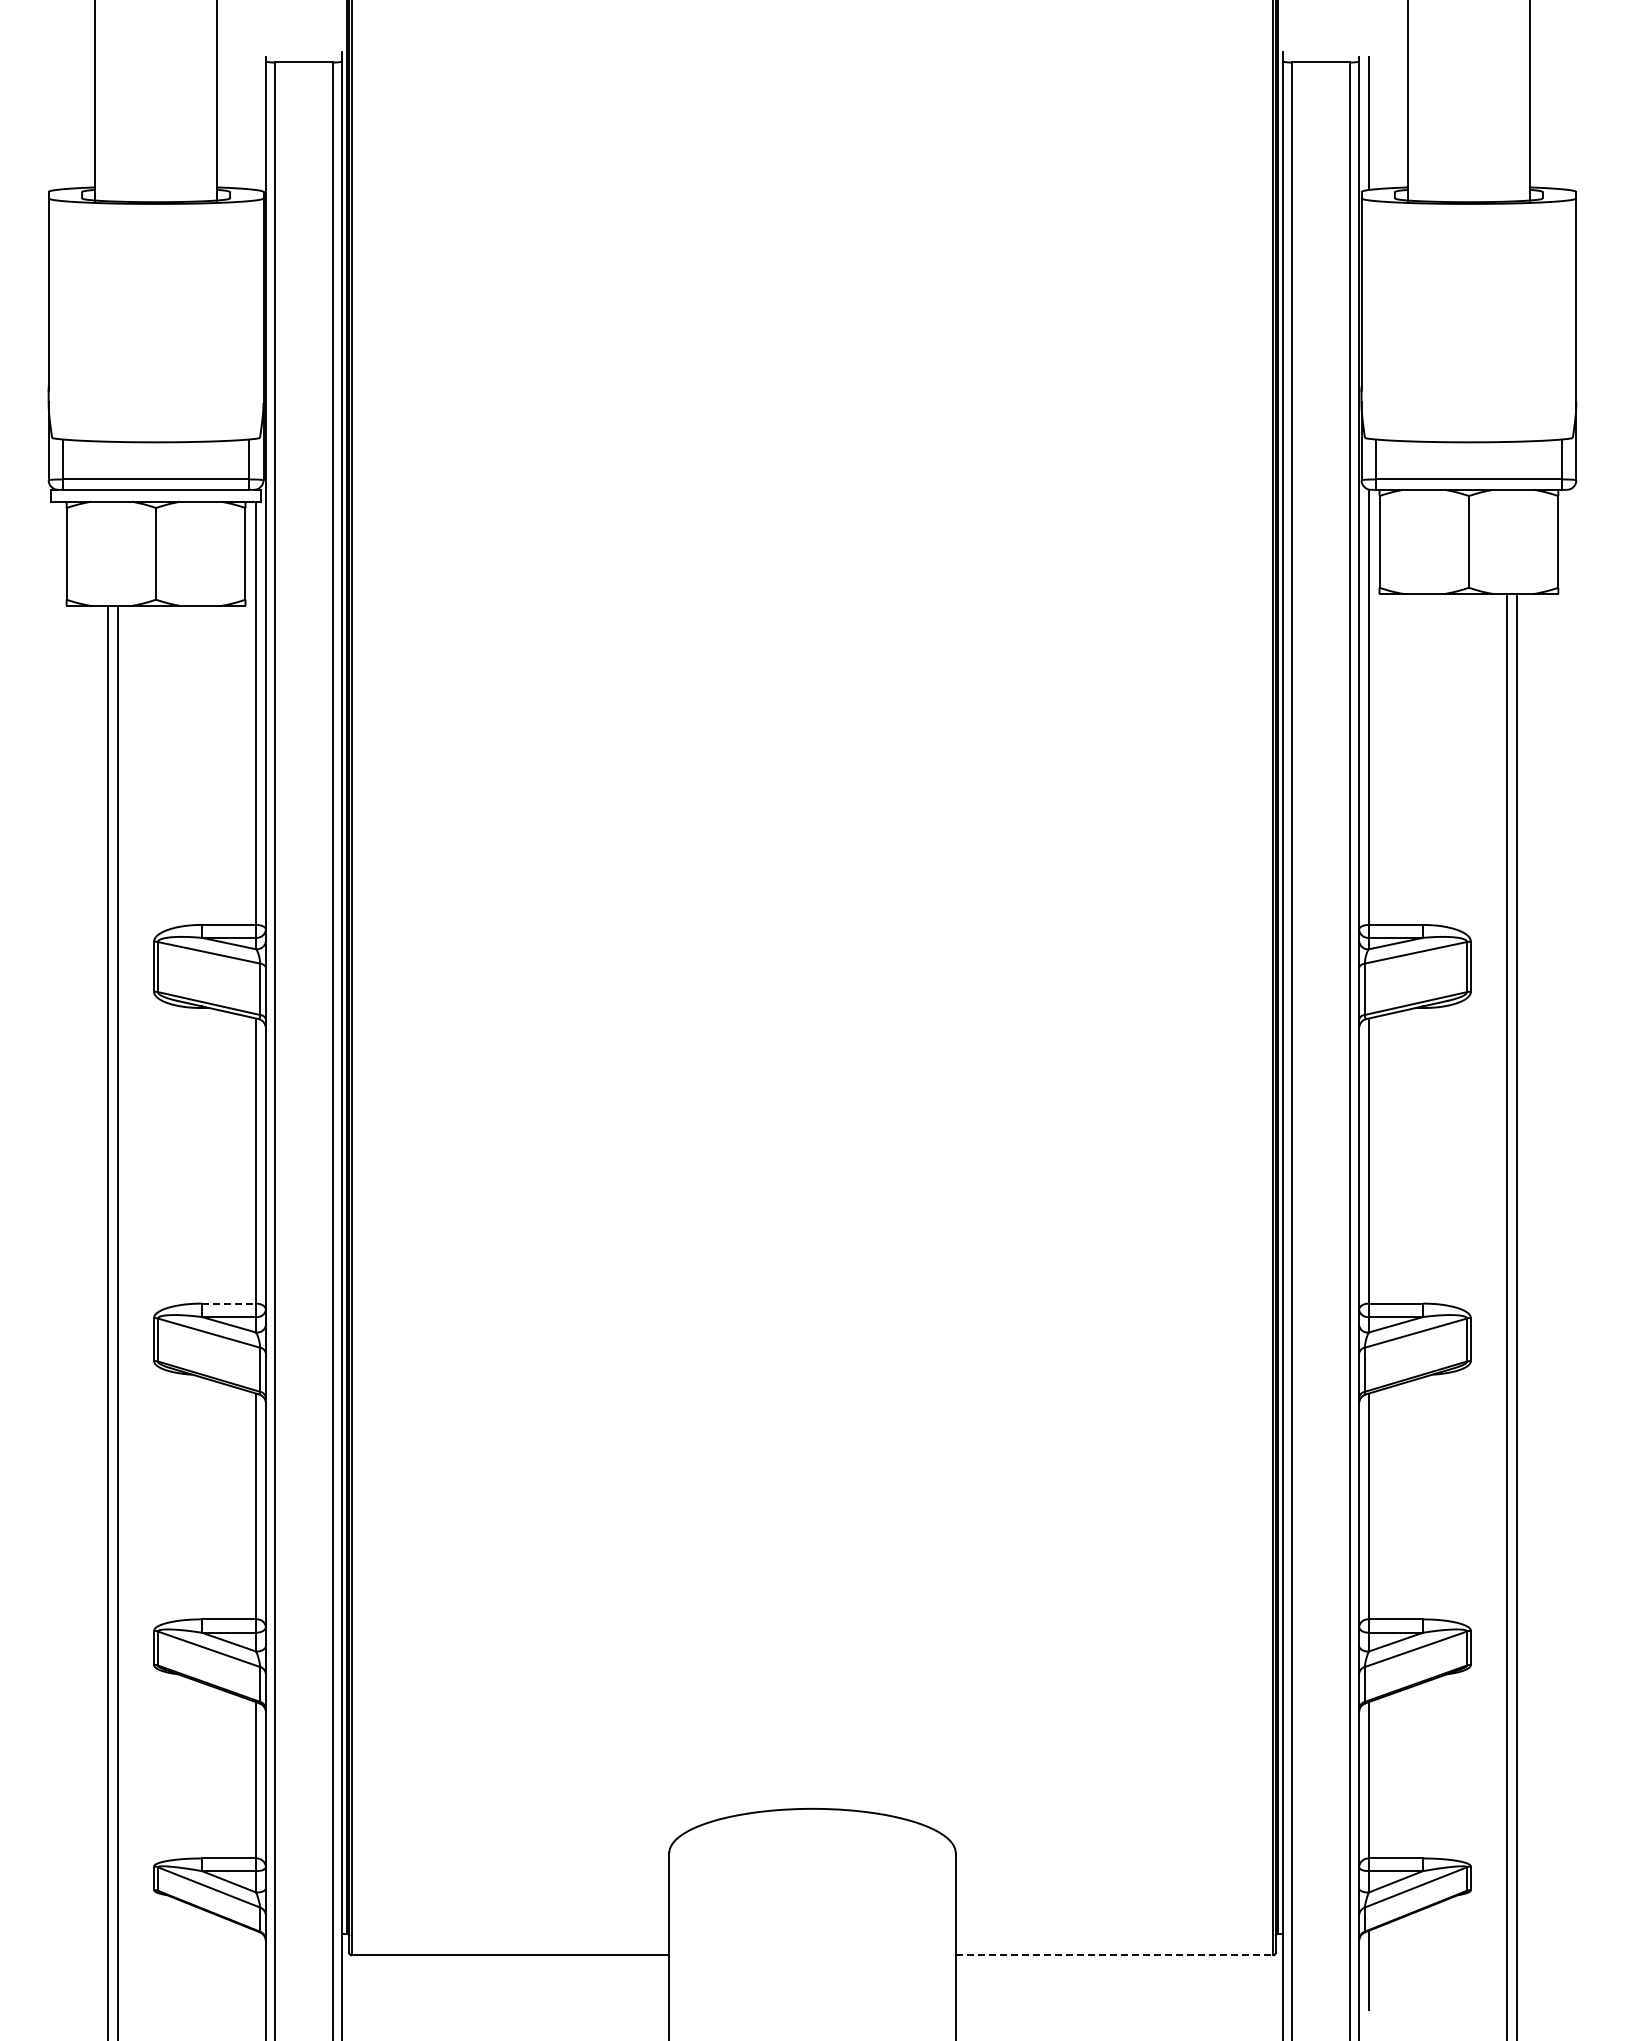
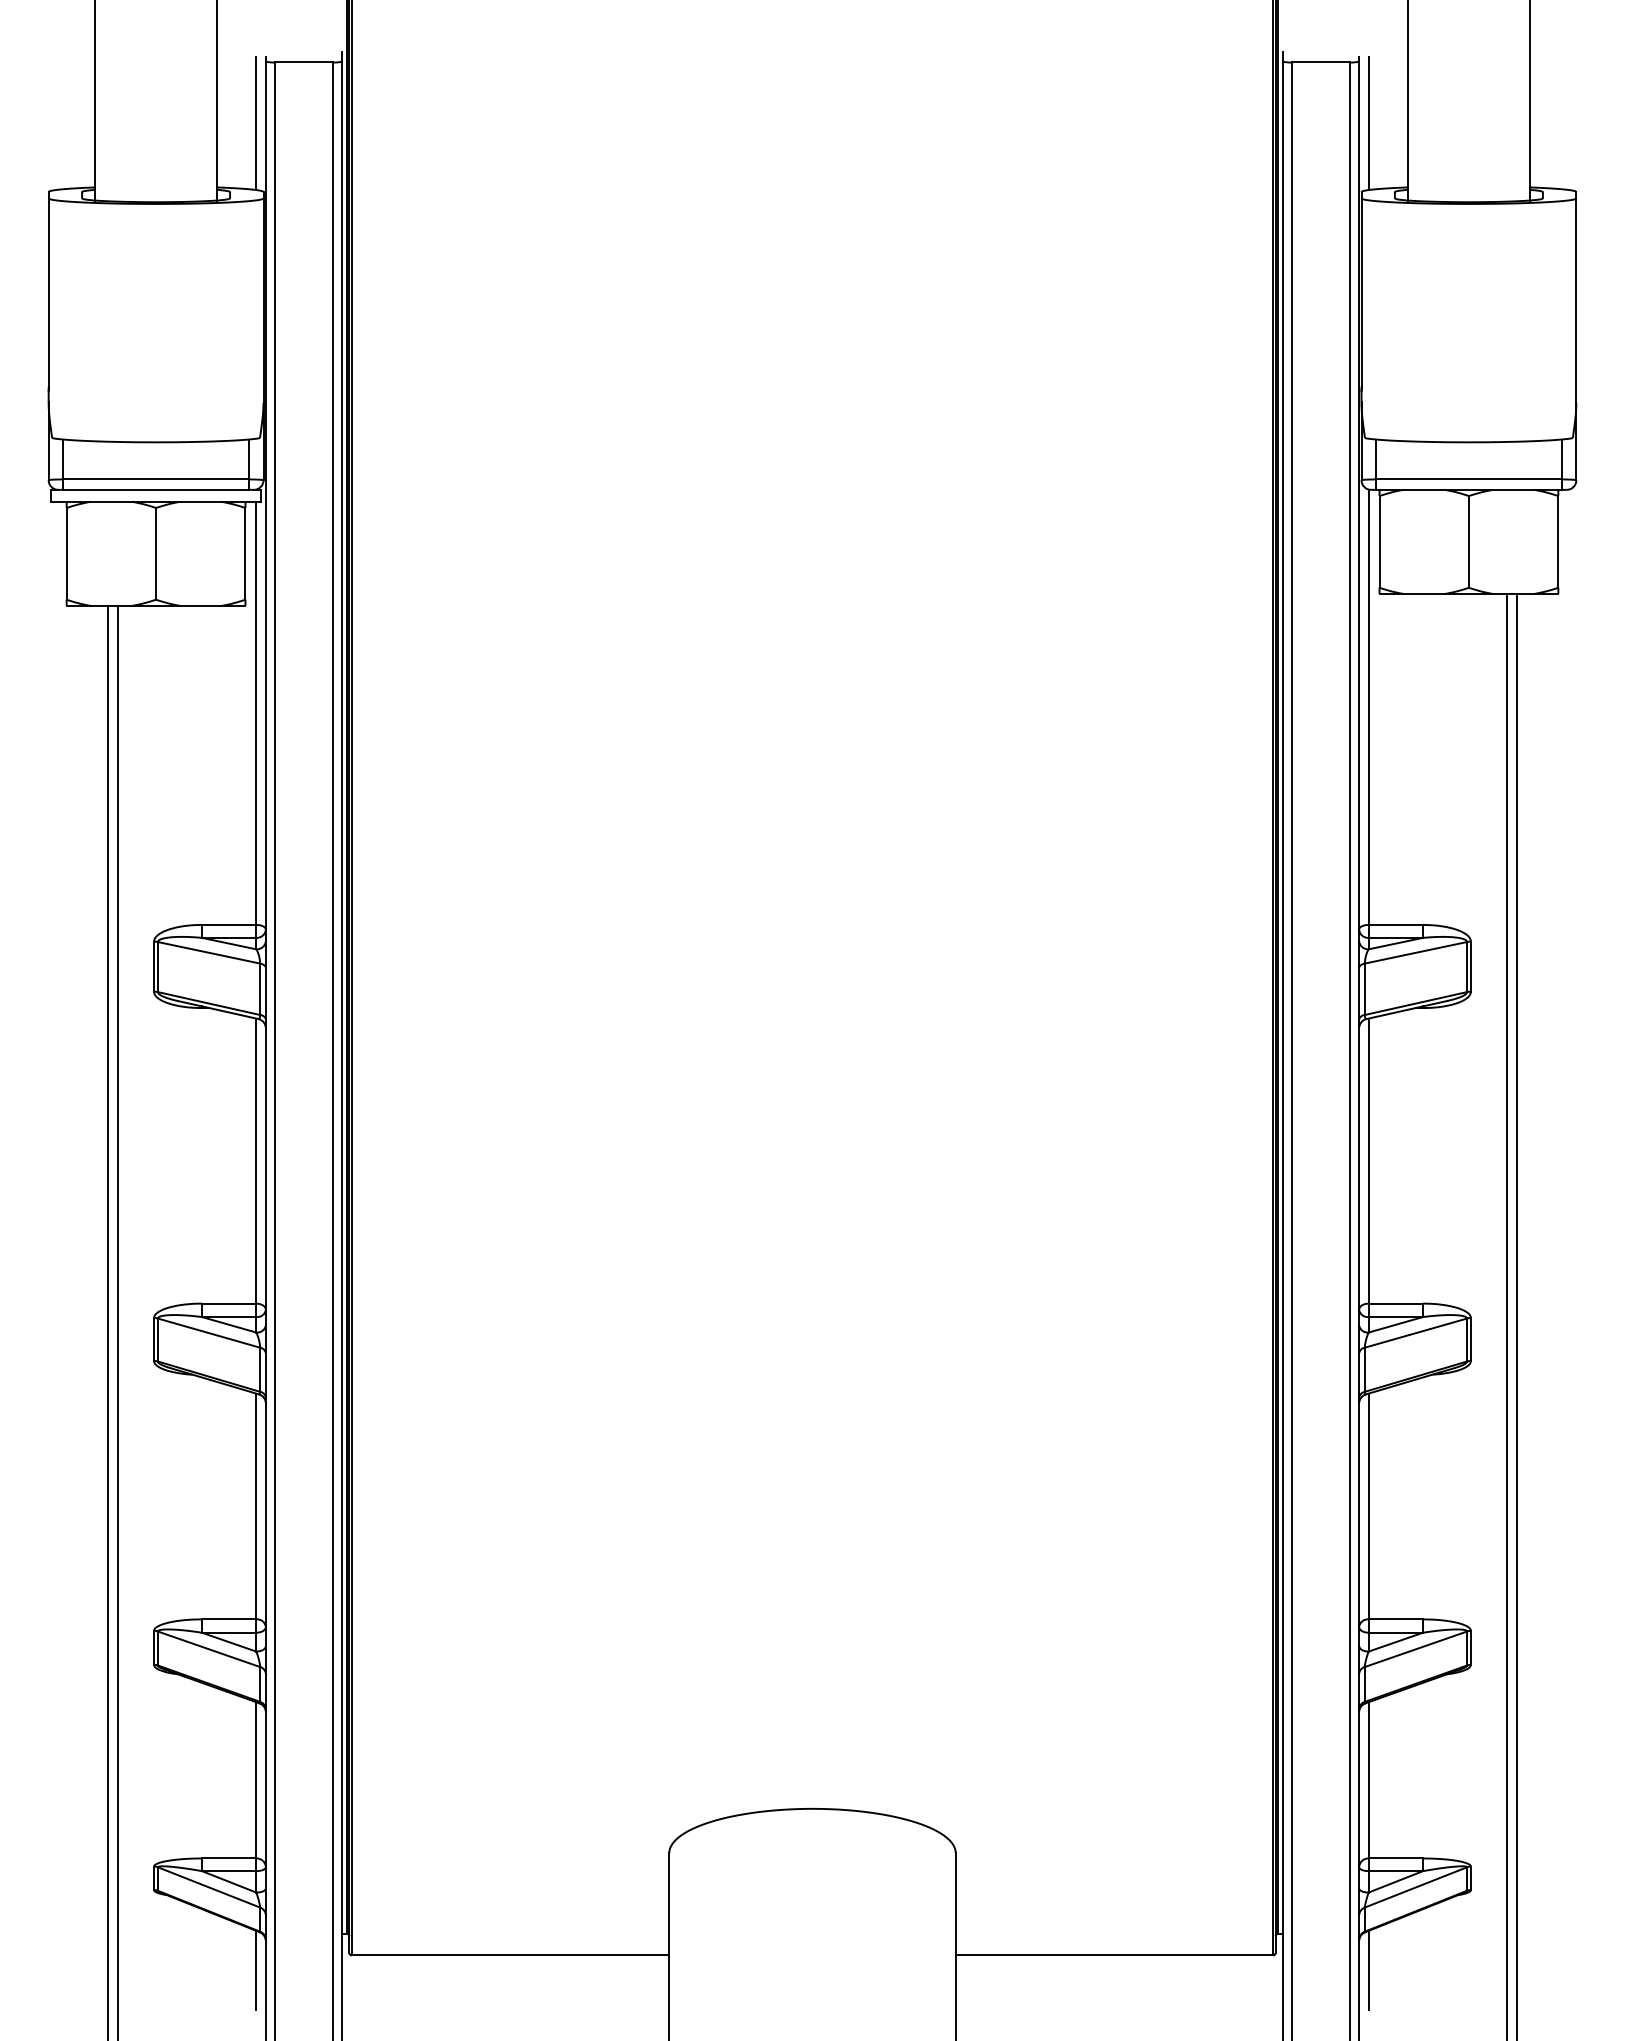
line at (256, 123): none -> present
line at (229, 1303): dashed -> solid
line at (1114, 1955): dashed -> solid
line at (256, 1970): none -> present
